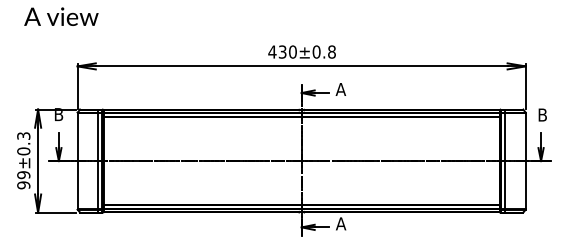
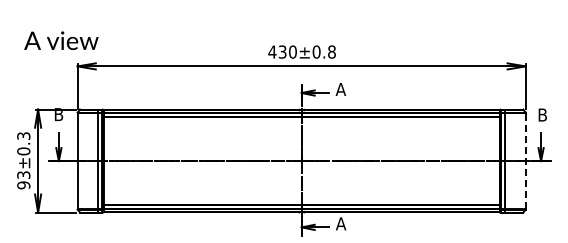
text at (61, 16) position: (61, 16) -> (61, 40)
line at (525, 160): solid -> dashed
text at (23, 175): 99±0.3 -> 93±0.3
